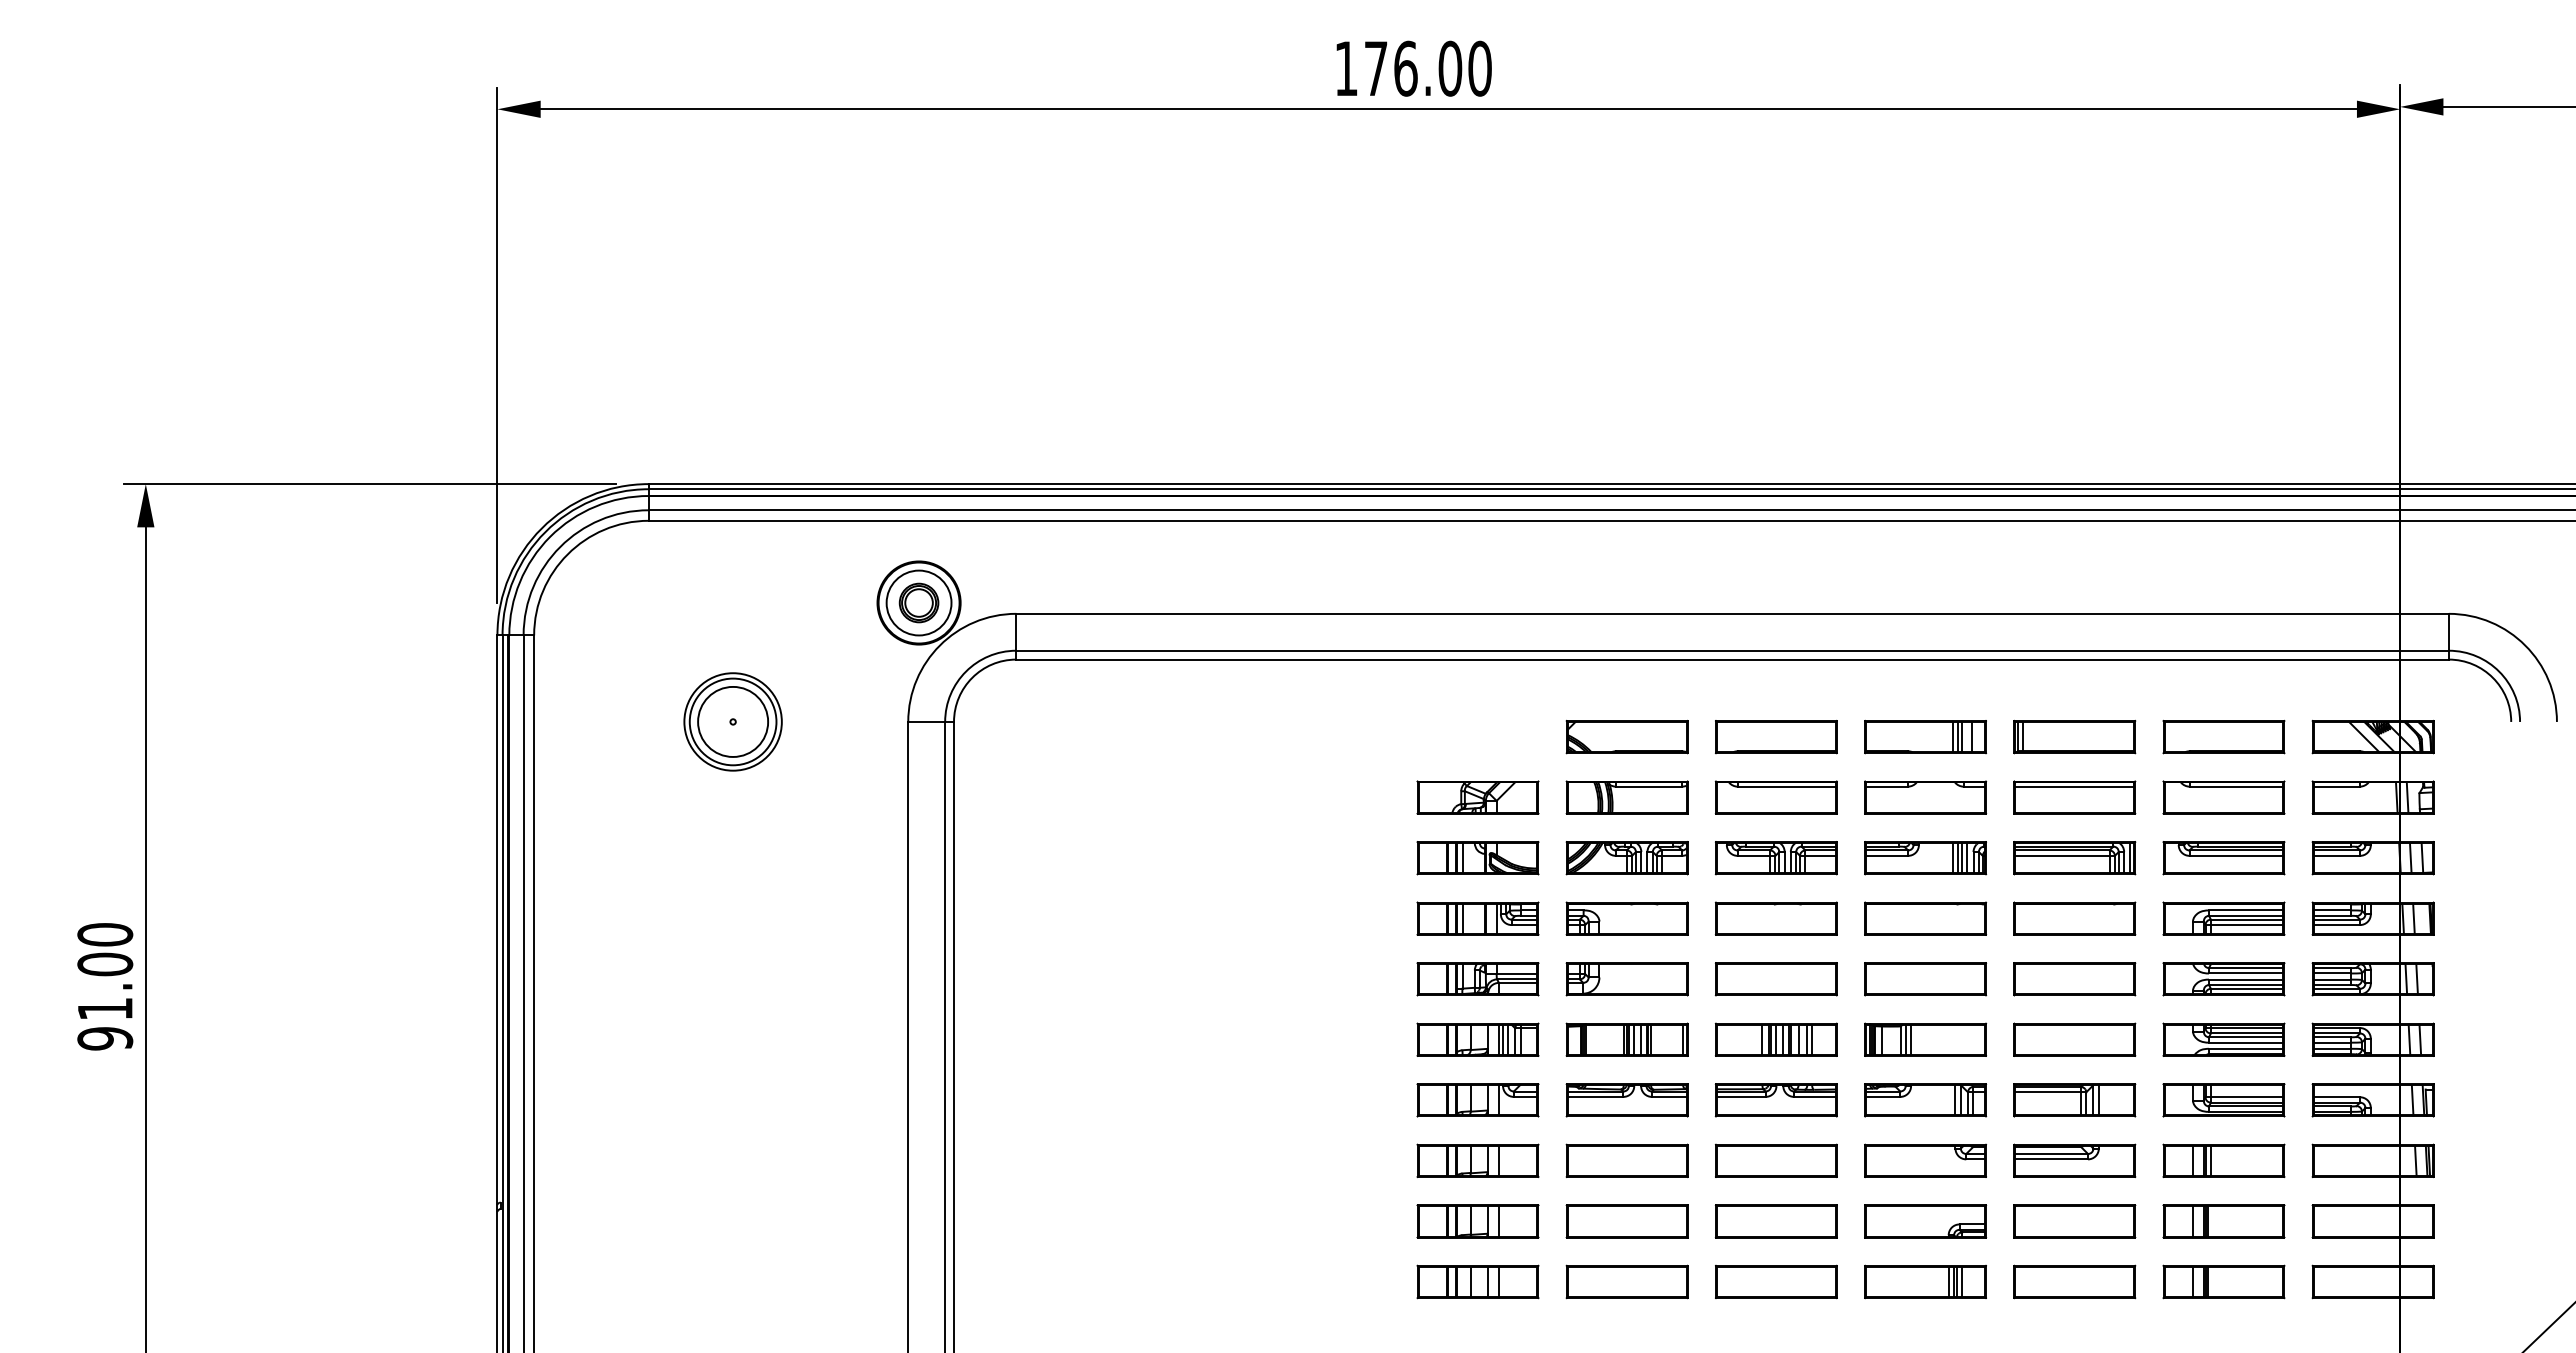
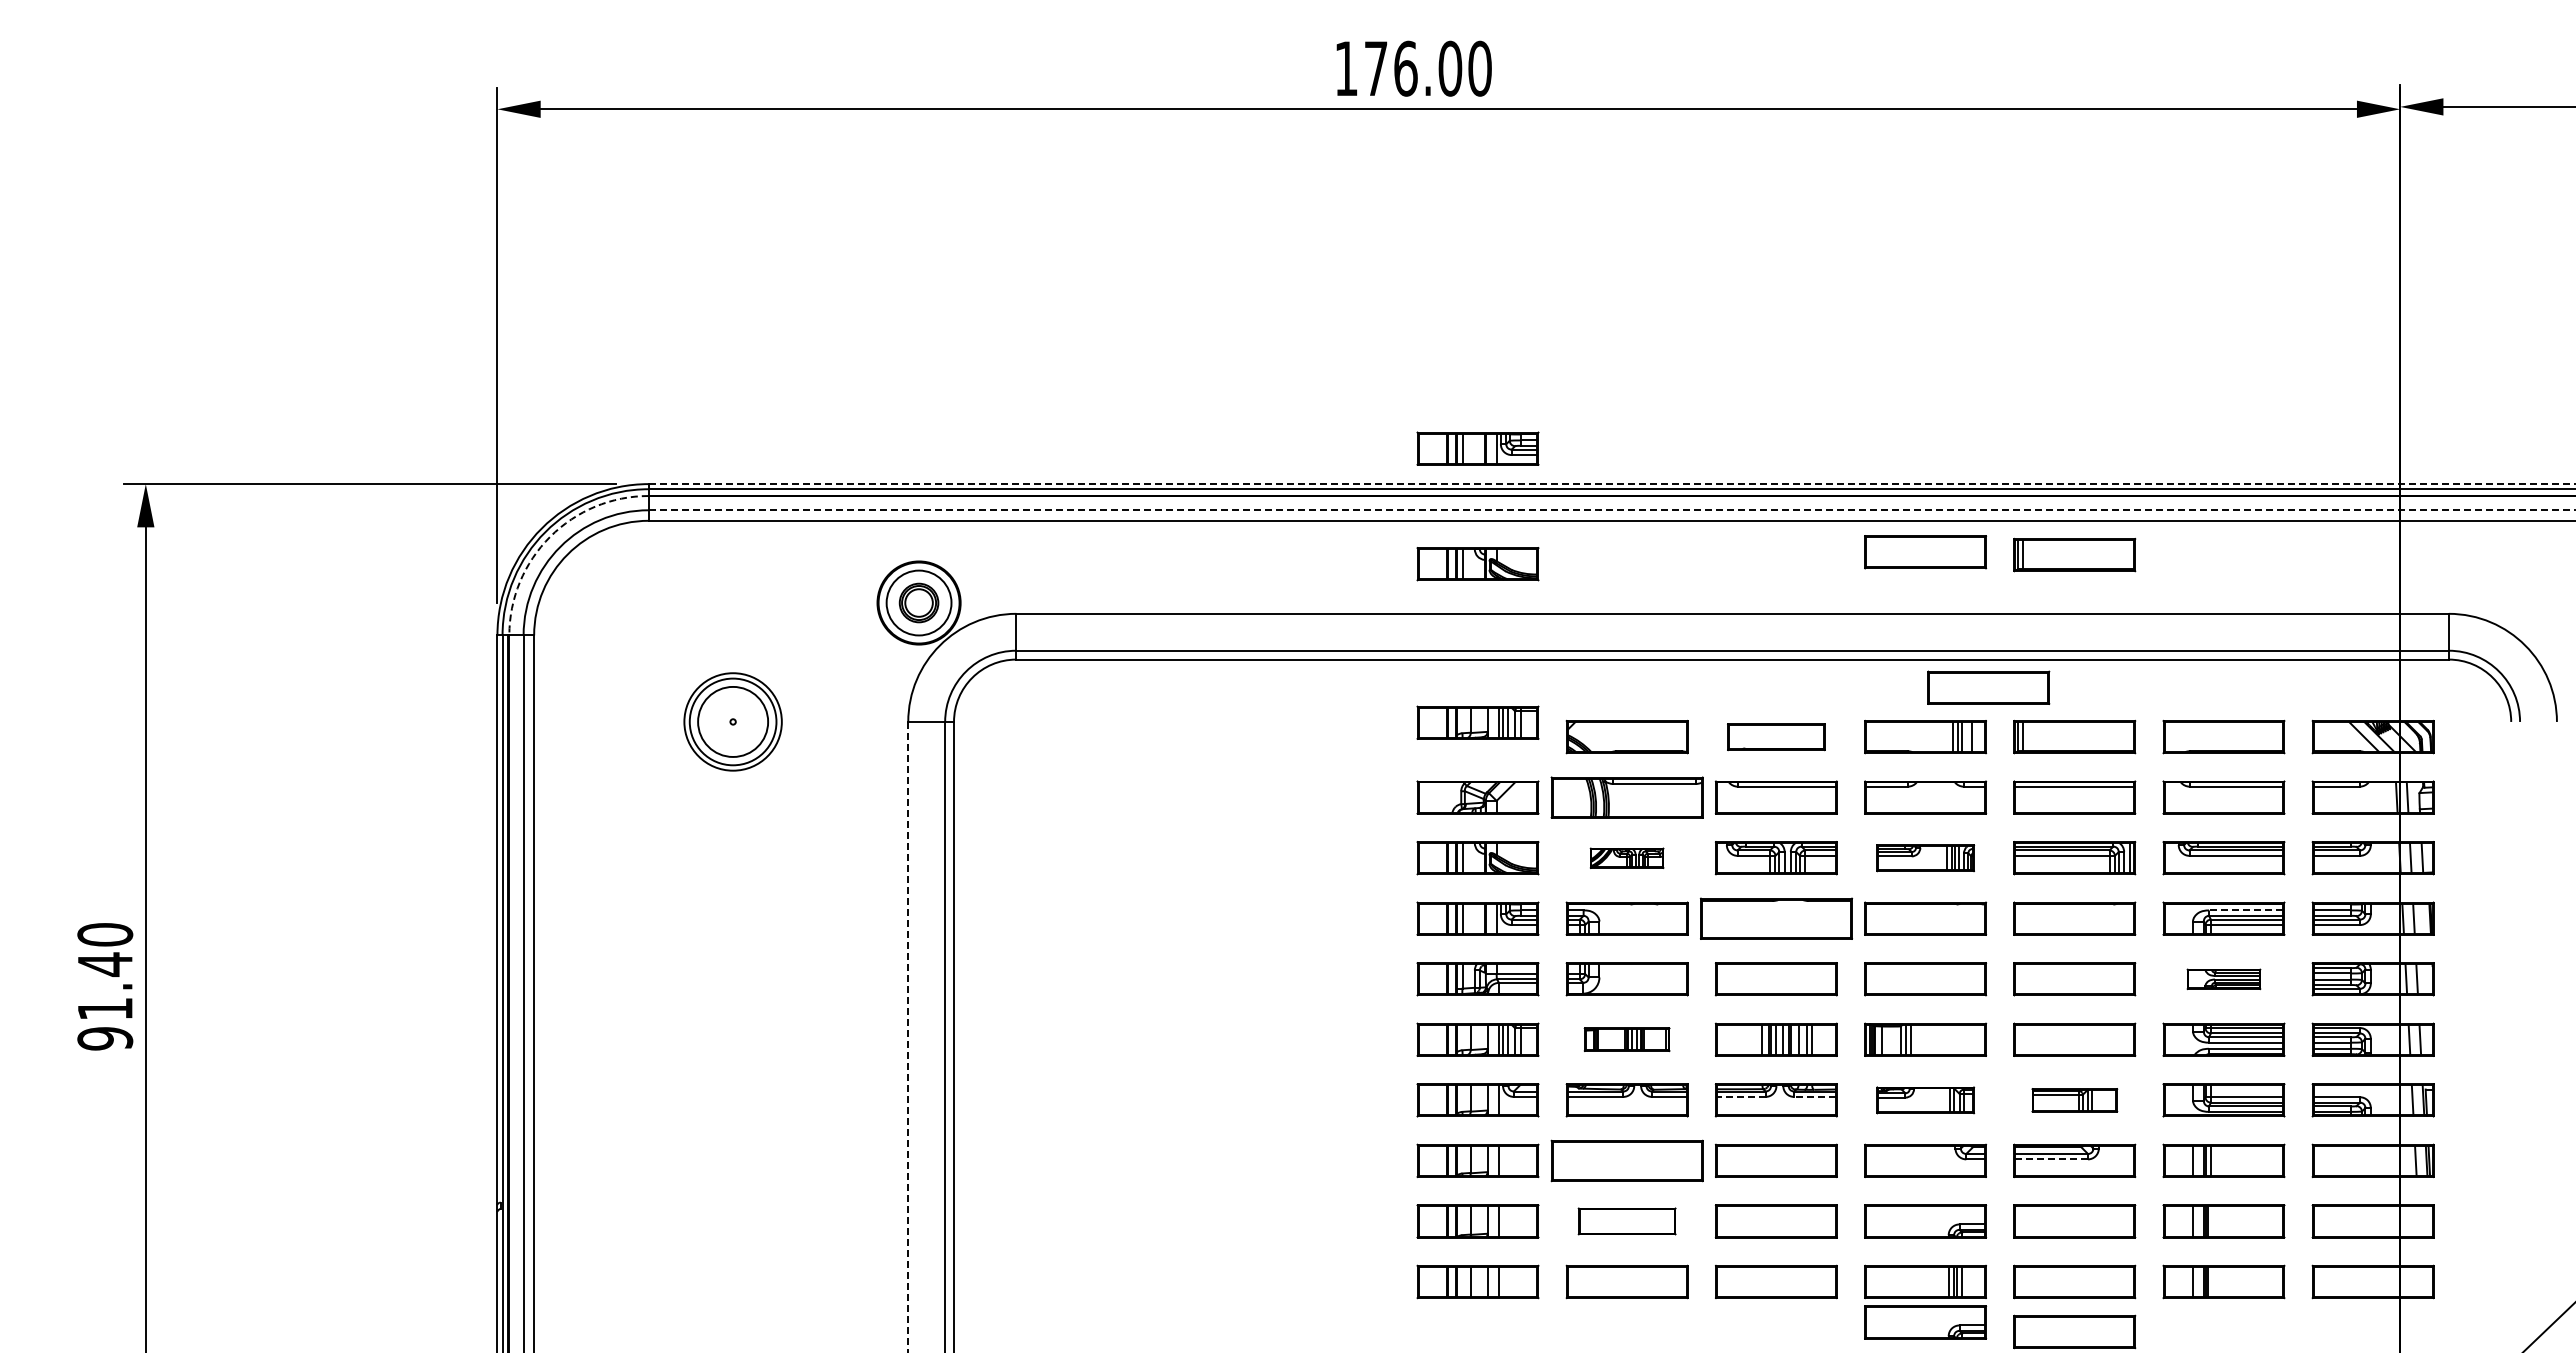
part at (1477, 448): none -> present
line at (1612, 484): solid -> dashed
line at (1611, 510): solid -> dashed
arc at (550, 536): solid -> dashed
part at (1925, 552): none -> present
part at (2074, 554): none -> present
part at (1477, 564): none -> present
part at (1988, 687): none -> present
part at (1477, 722): none -> present
part at (1776, 737) size: 123x35 px -> 99x29 px
part at (1626, 797) size: 124x35 px -> 154x43 px
part at (1626, 858) size: 124x35 px -> 76x22 px
part at (1925, 858) size: 124x35 px -> 100x29 px
line at (2245, 910): solid -> dashed
part at (1775, 918) size: 124x35 px -> 155x43 px
text at (105, 964): 91.00 -> 91.40
part at (2223, 979) size: 124x35 px -> 76x23 px
line at (908, 1037): solid -> dashed
part at (1626, 1039) size: 124x35 px -> 88x25 px
line at (1740, 1096): solid -> dashed
line at (1814, 1096): solid -> dashed
part at (1925, 1100) size: 124x35 px -> 100x29 px
part at (2074, 1100) size: 124x35 px -> 88x25 px
line at (2051, 1159): solid -> dashed
part at (1626, 1160) size: 124x35 px -> 154x44 px
part at (1626, 1221) size: 124x35 px -> 100x29 px
part at (1925, 1322): none -> present
part at (2074, 1331): none -> present
